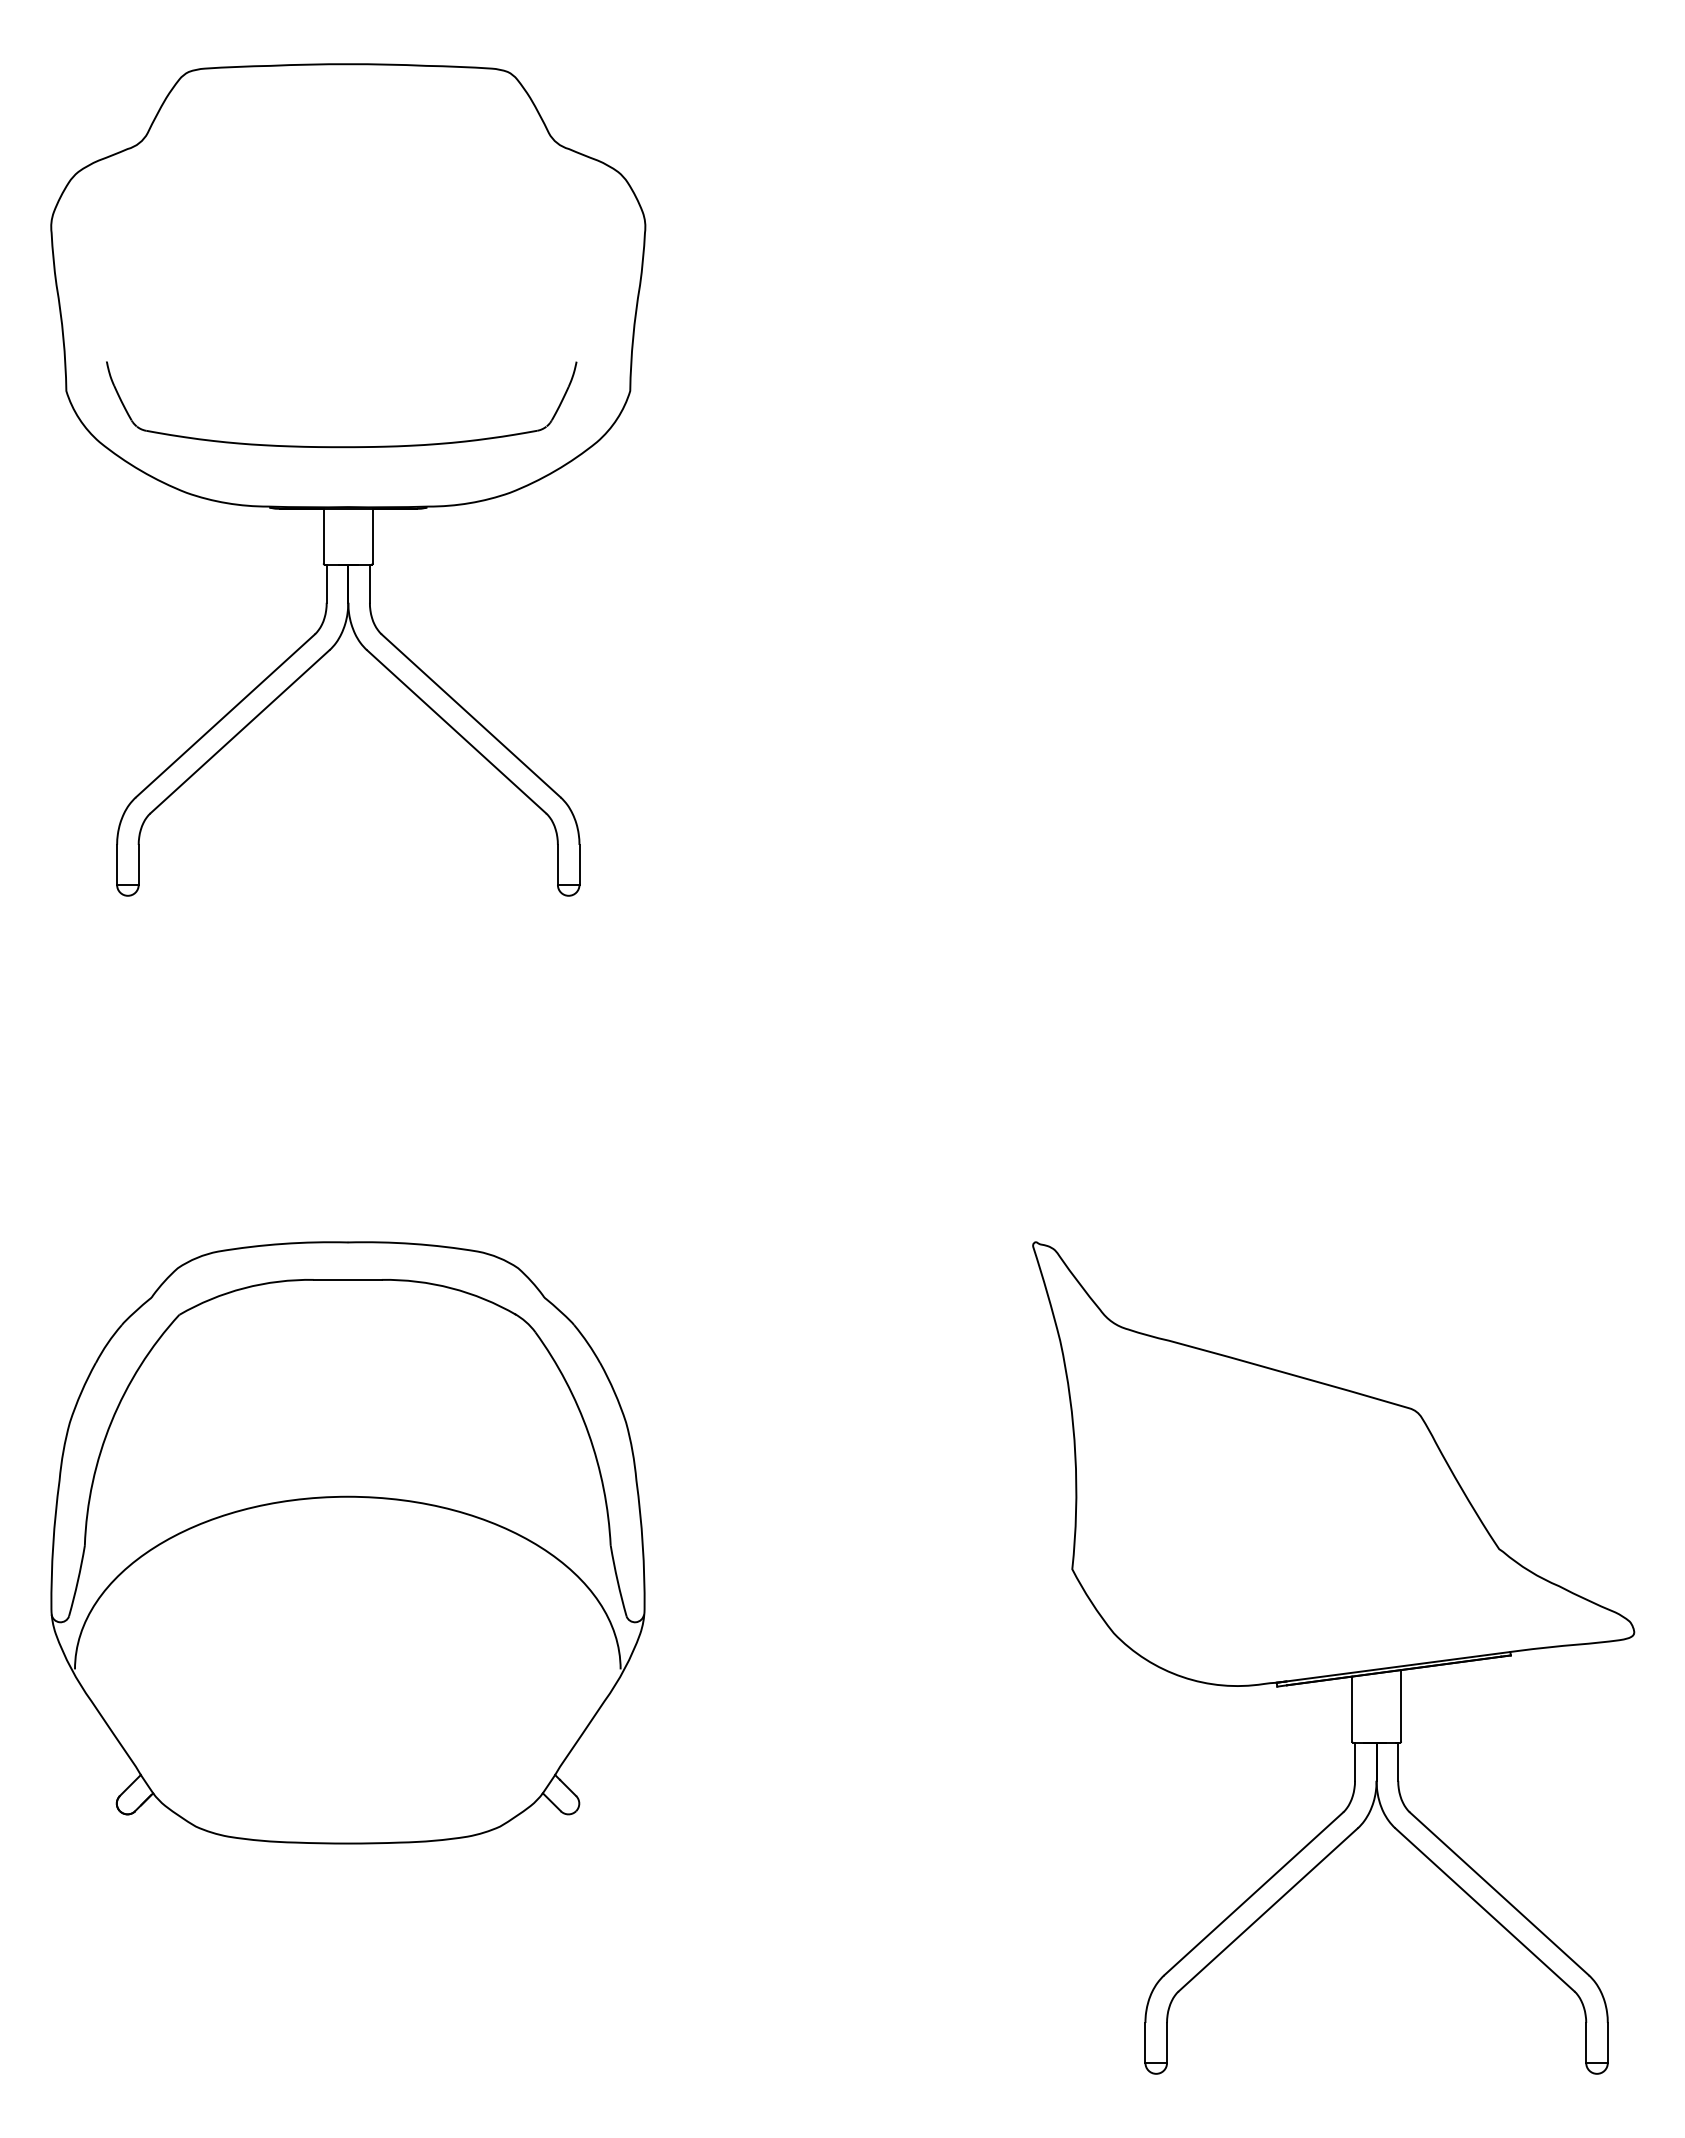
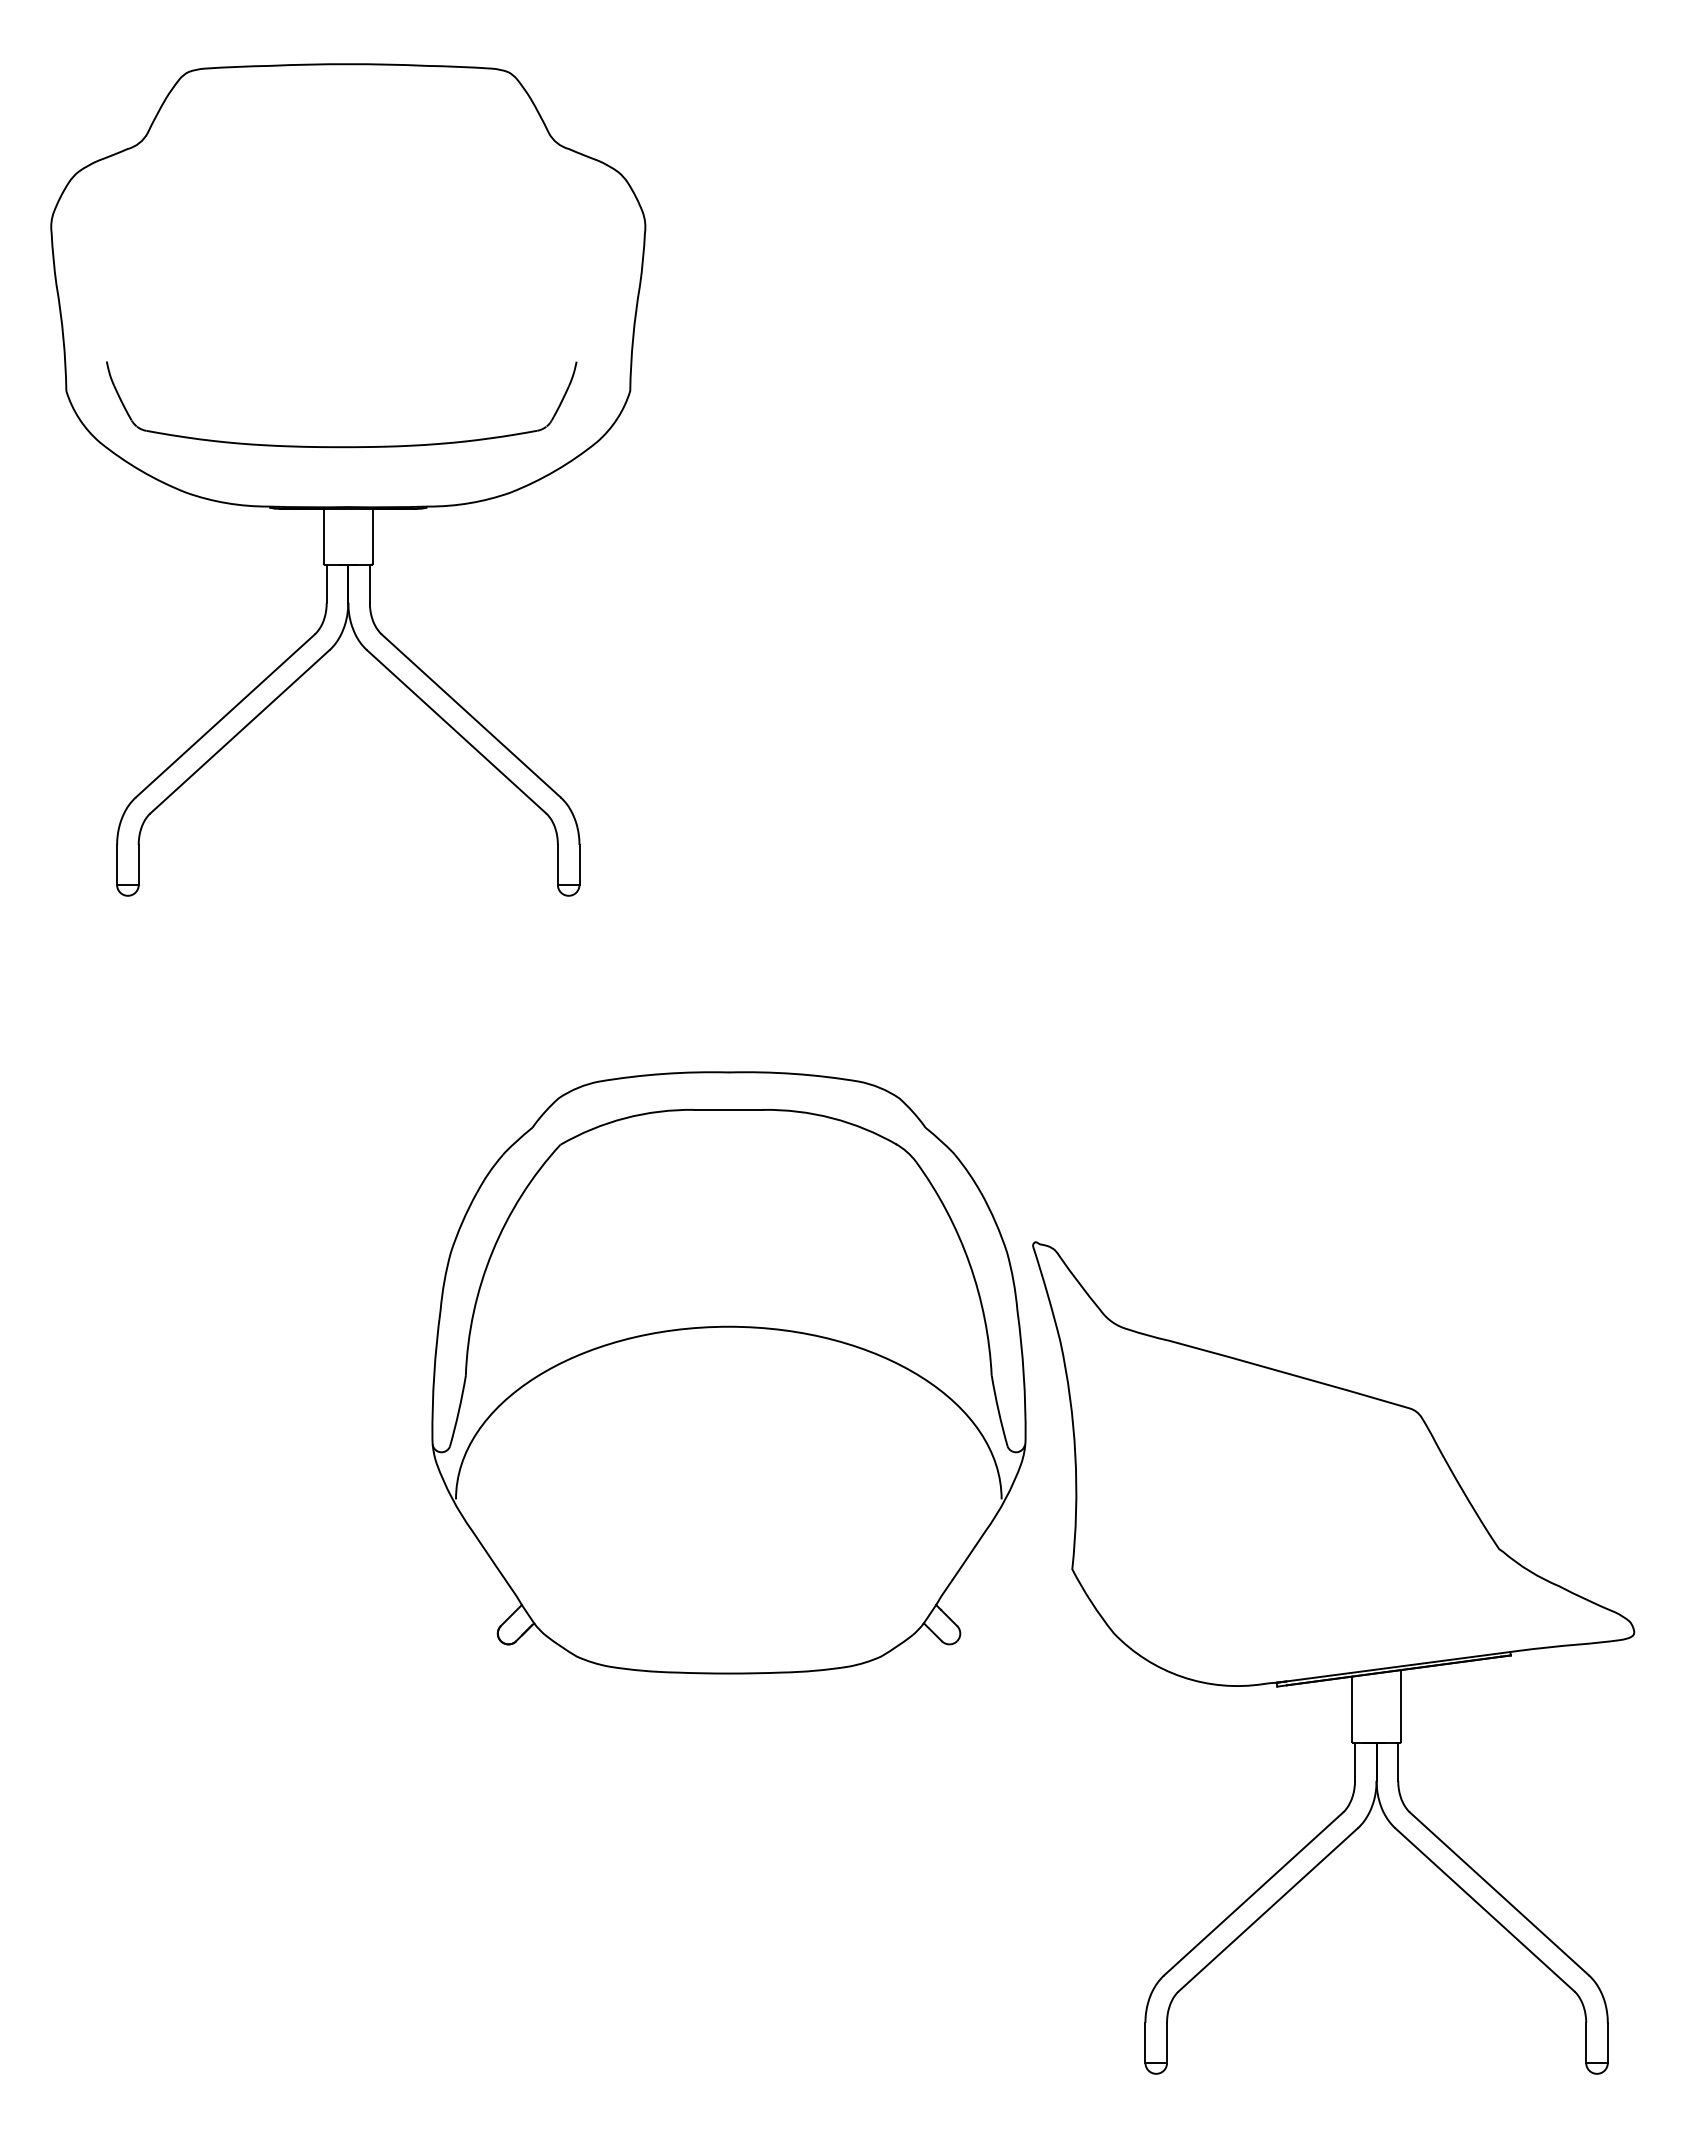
part at (347, 1542) position: (347, 1542) -> (728, 1372)
